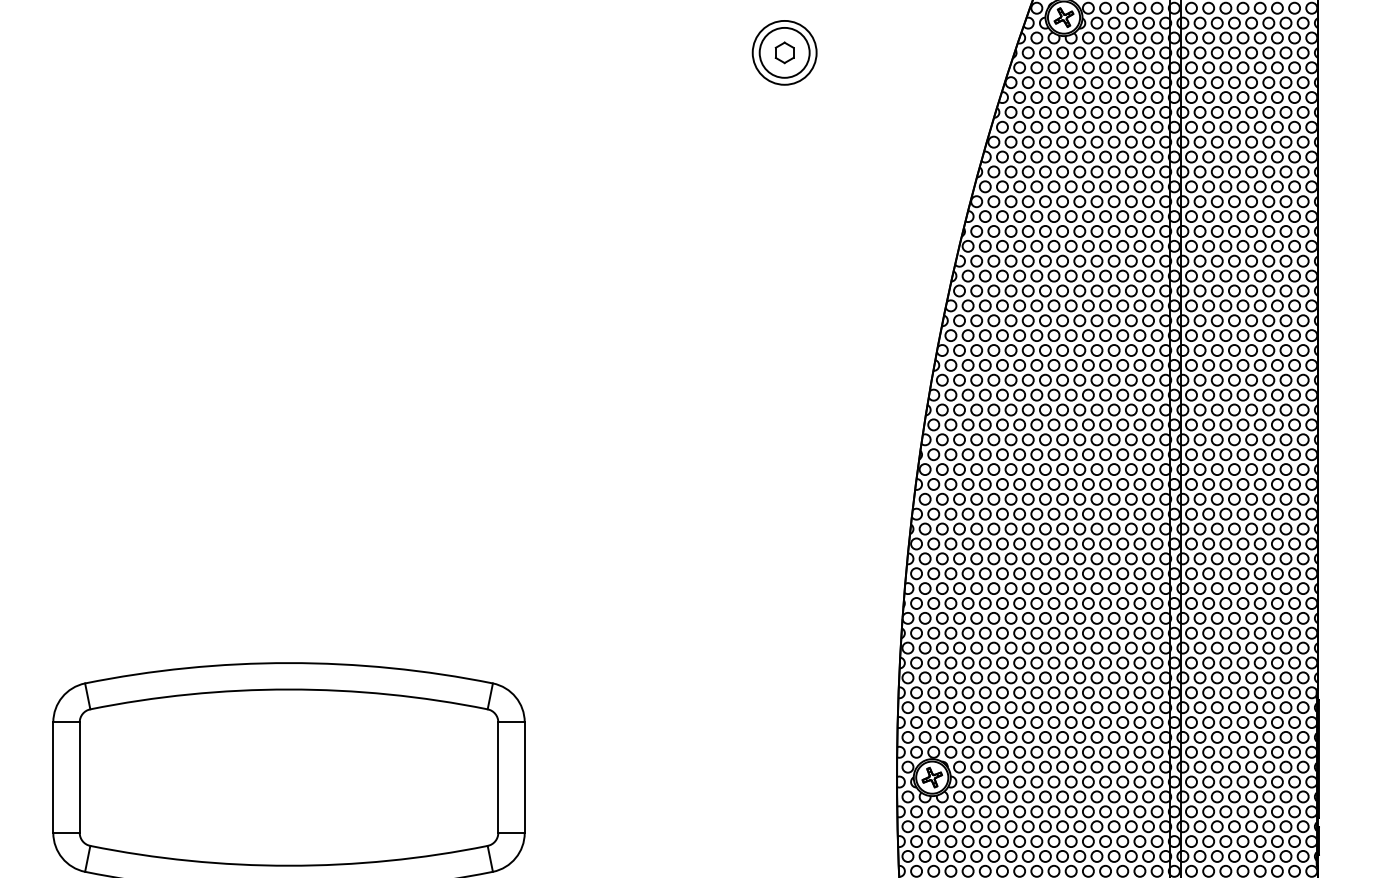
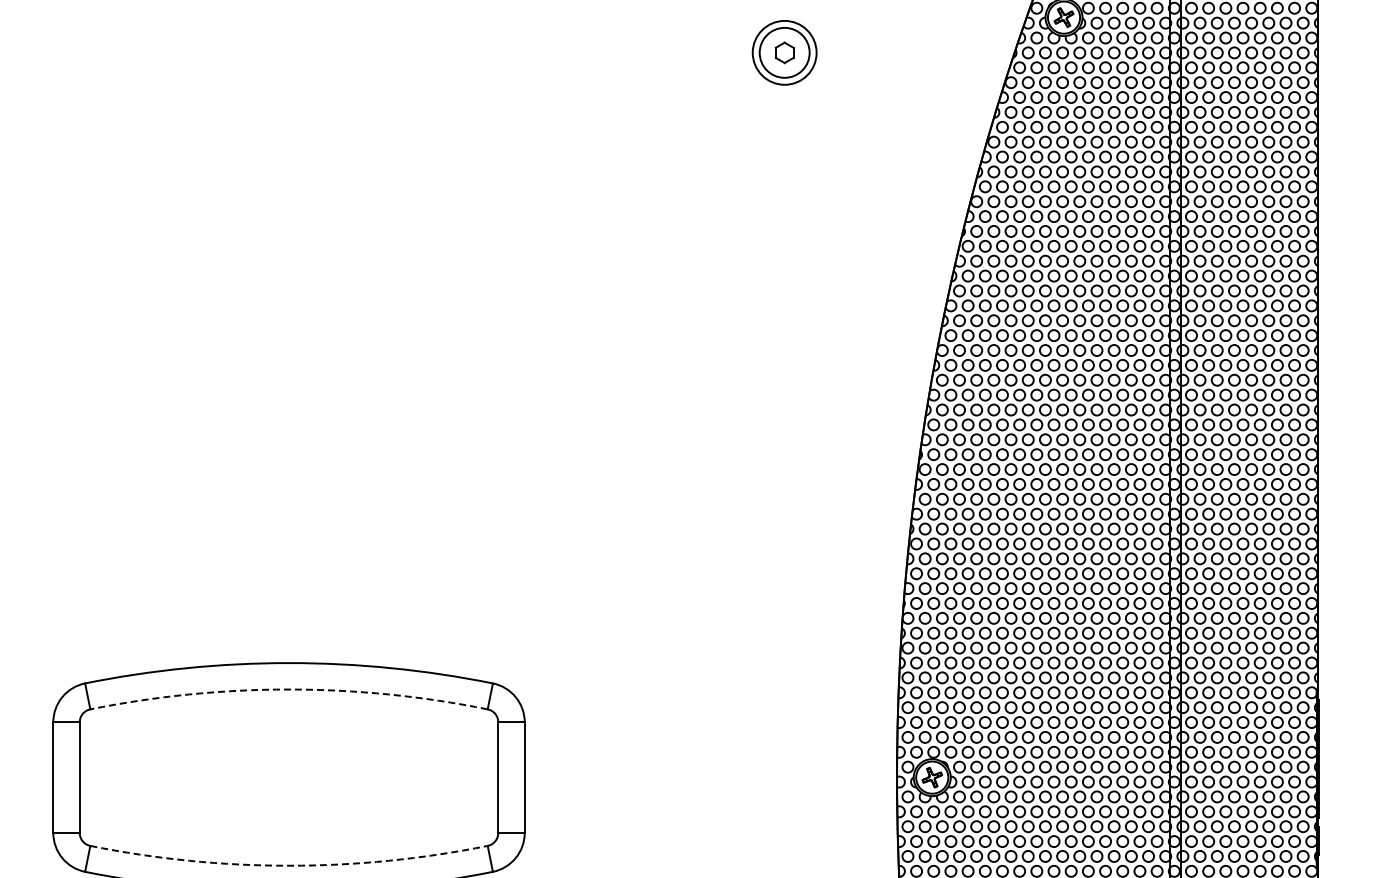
arc at (289, 689): solid -> dashed
arc at (289, 865): solid -> dashed
